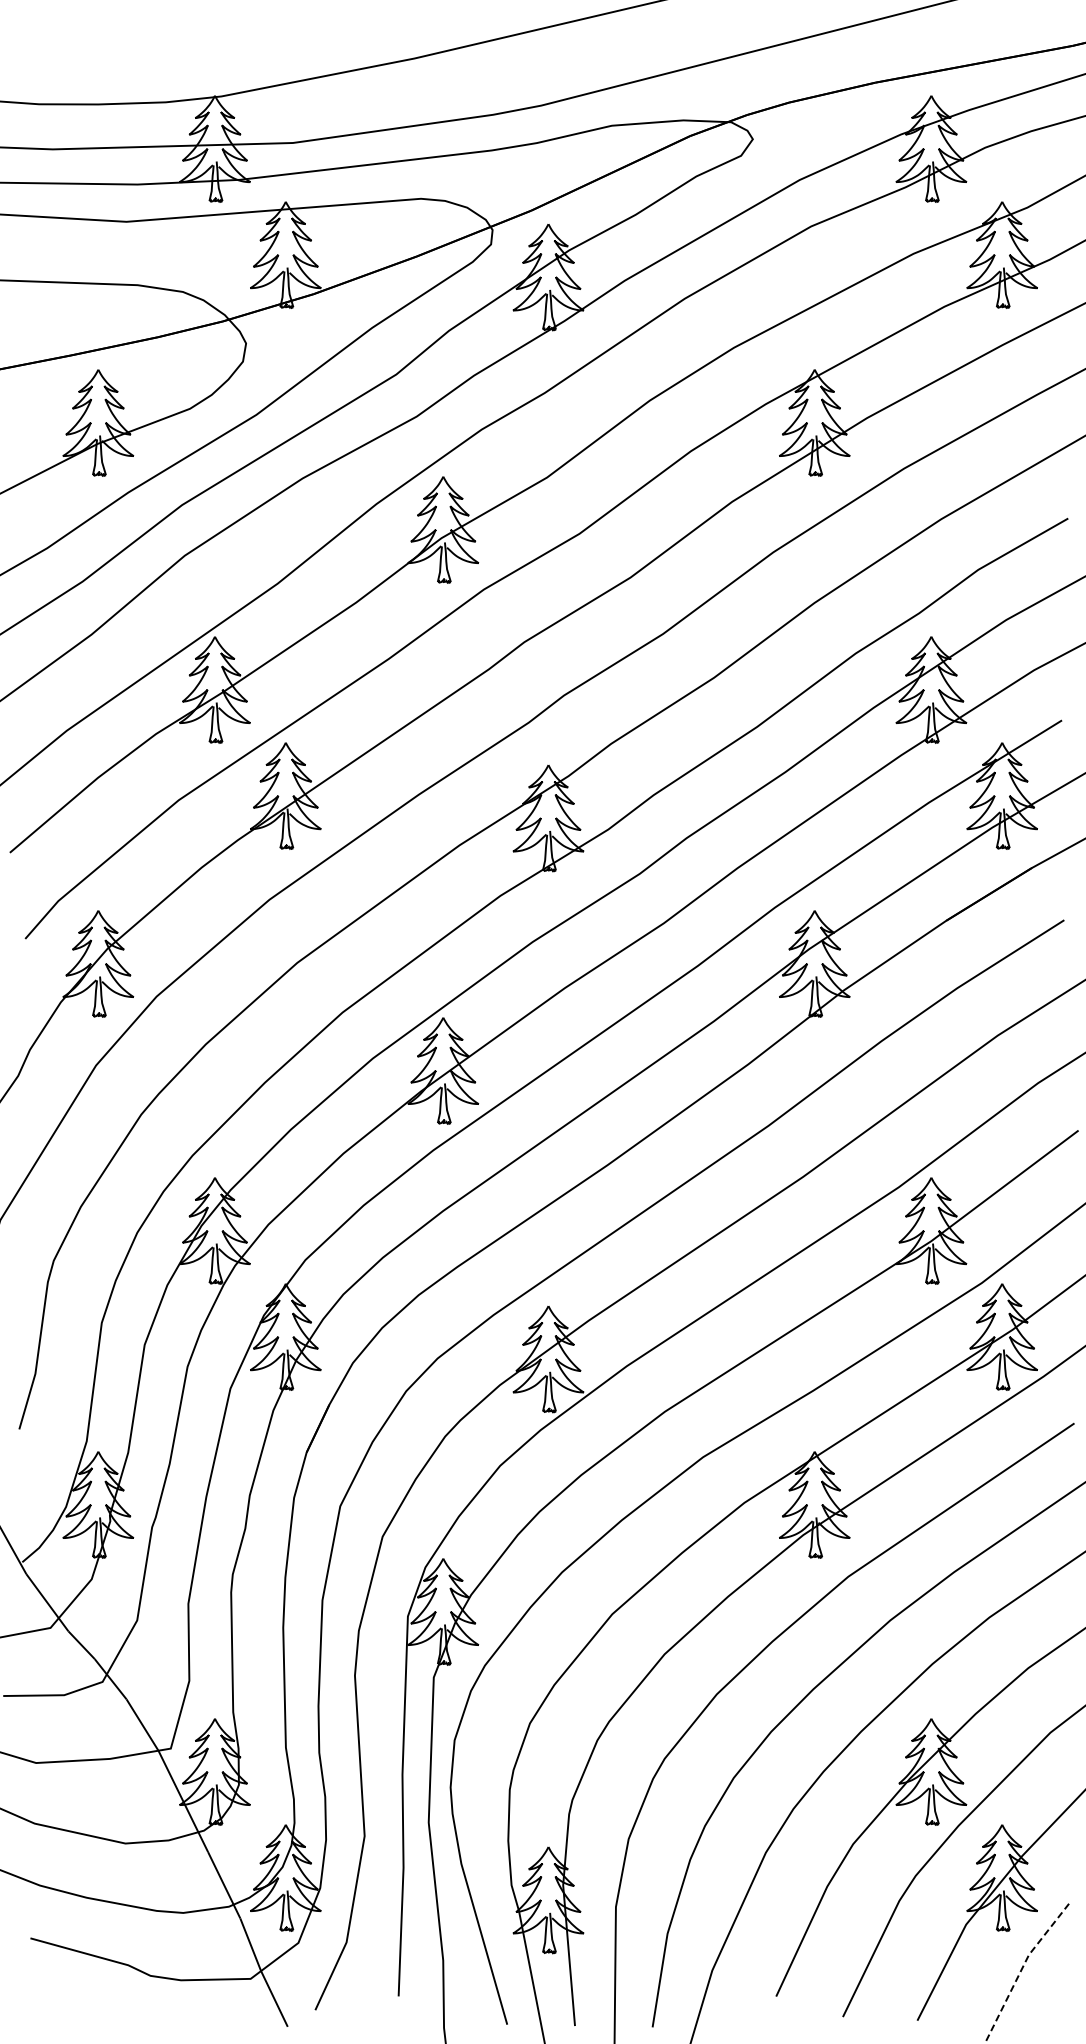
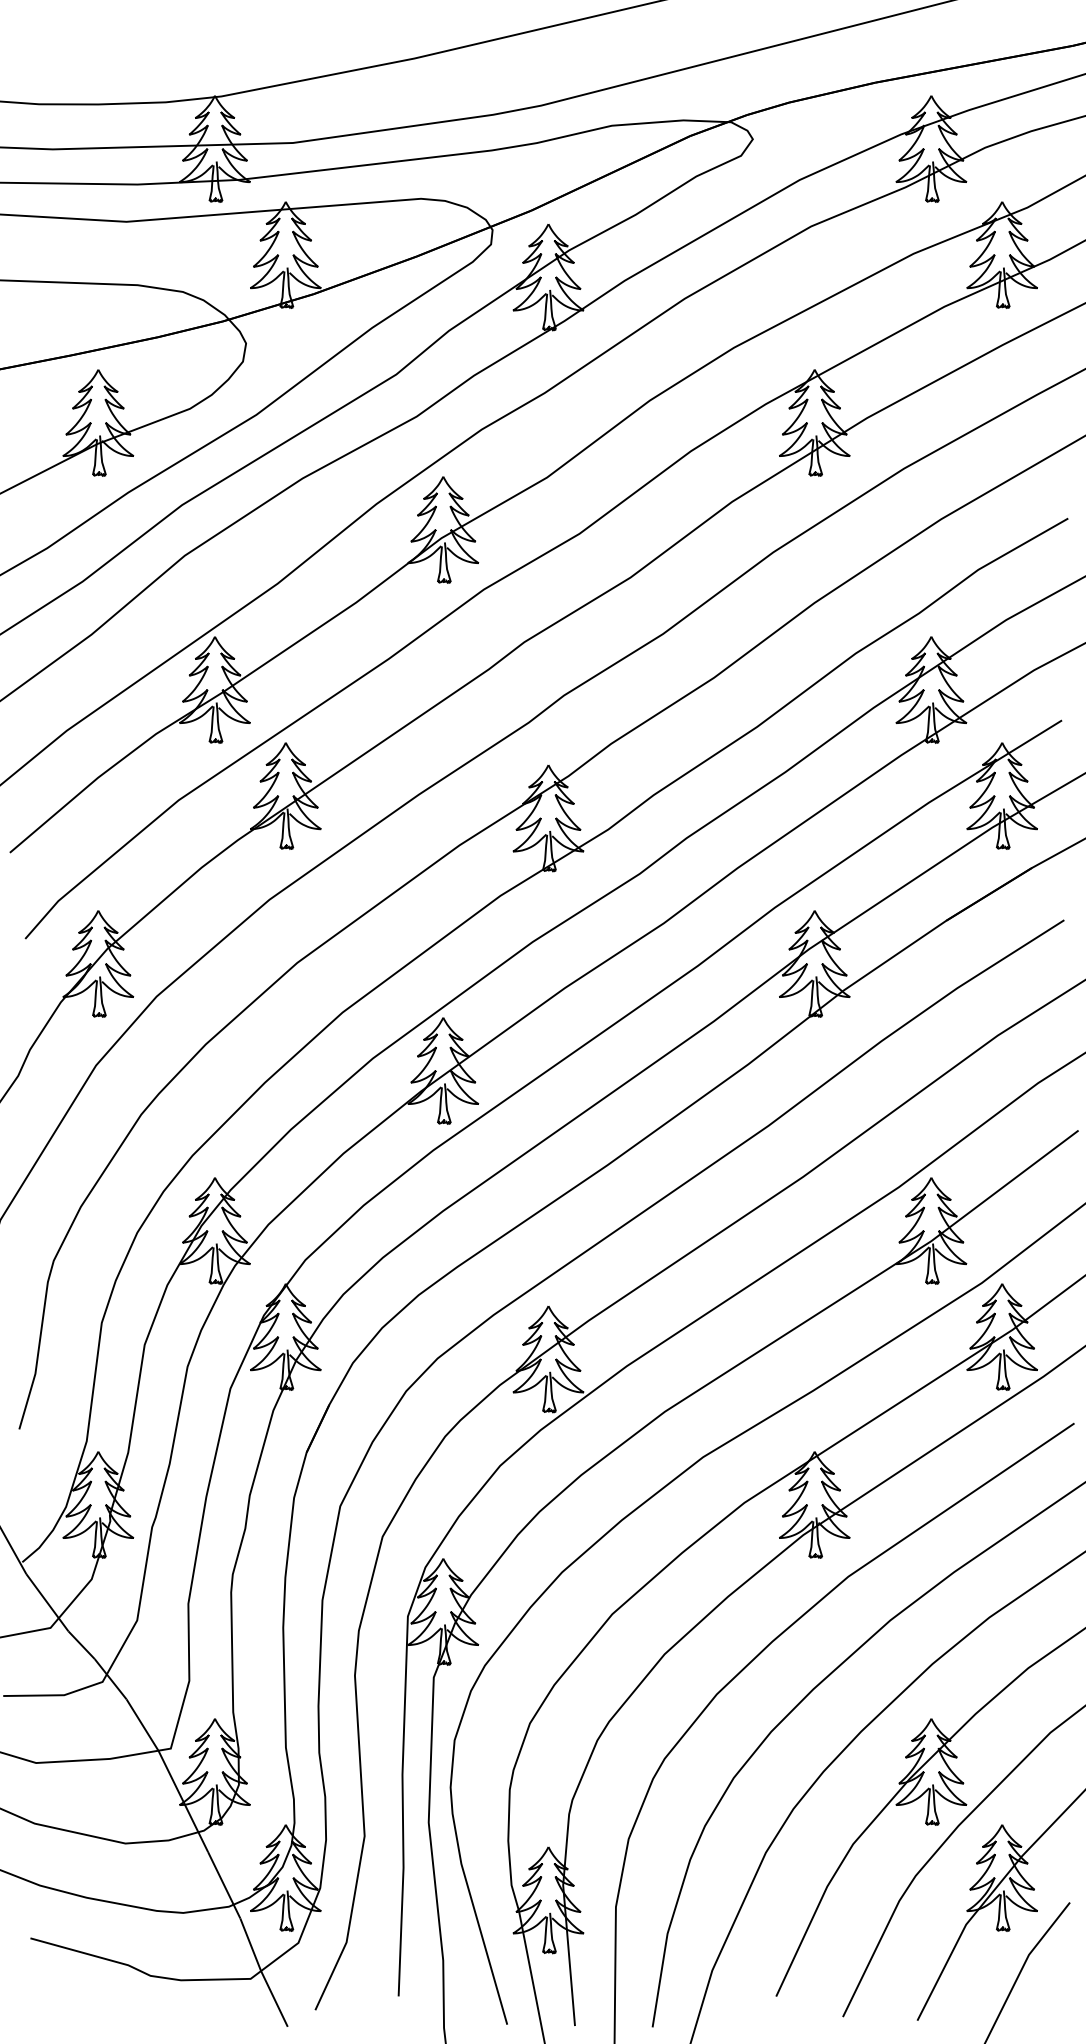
line at (1021, 1969): dashed -> solid
